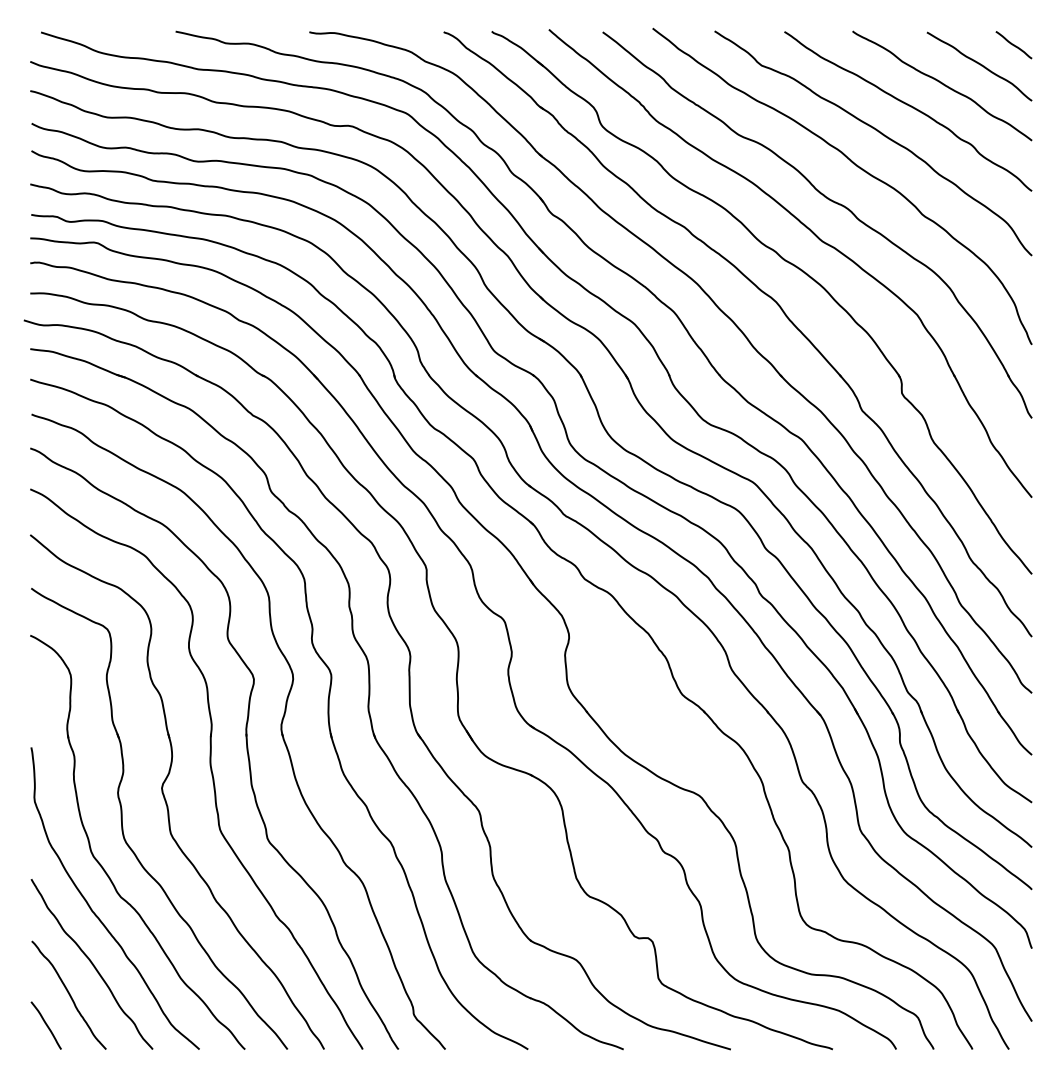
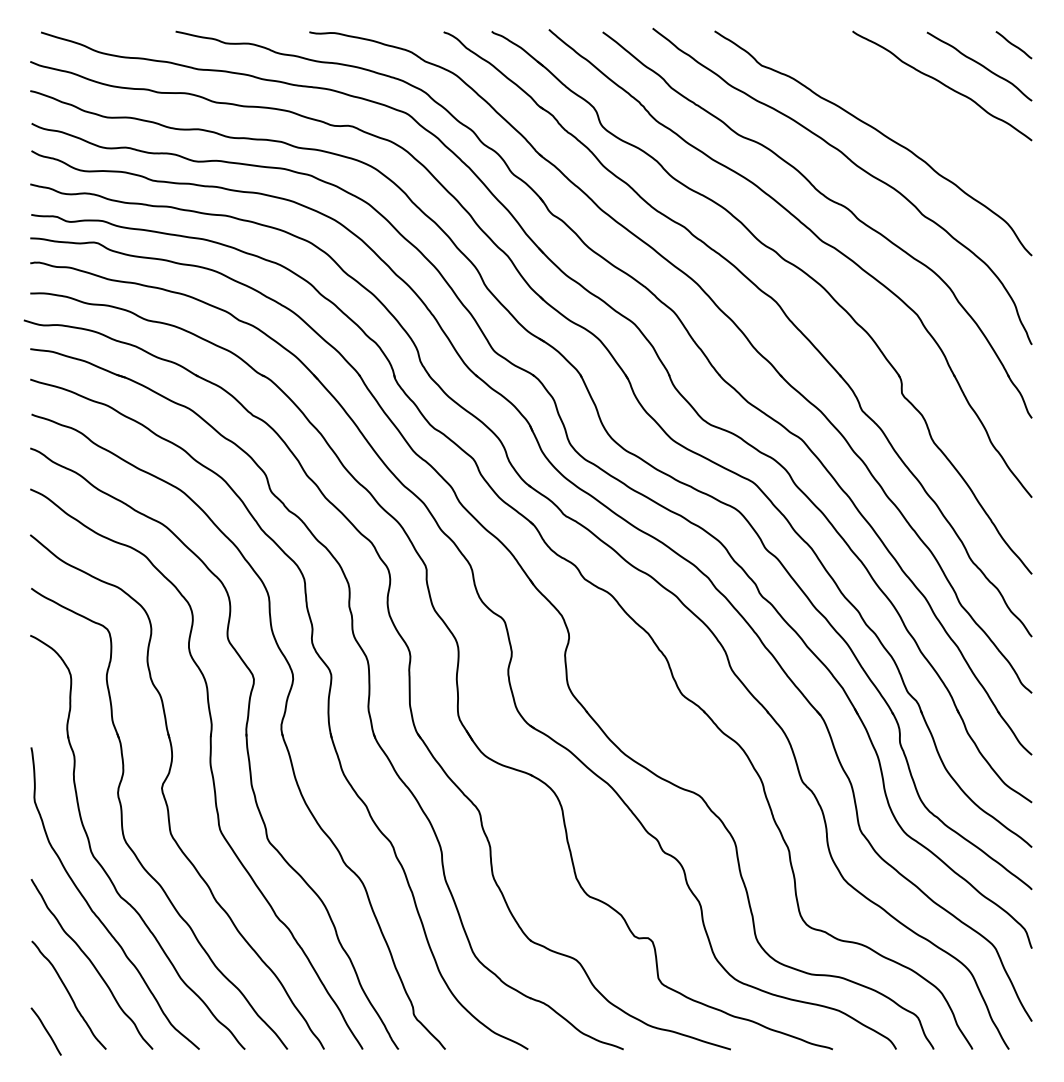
curve at (910, 107): present -> none
curve at (45, 1024) position: (45, 1024) -> (45, 1030)
